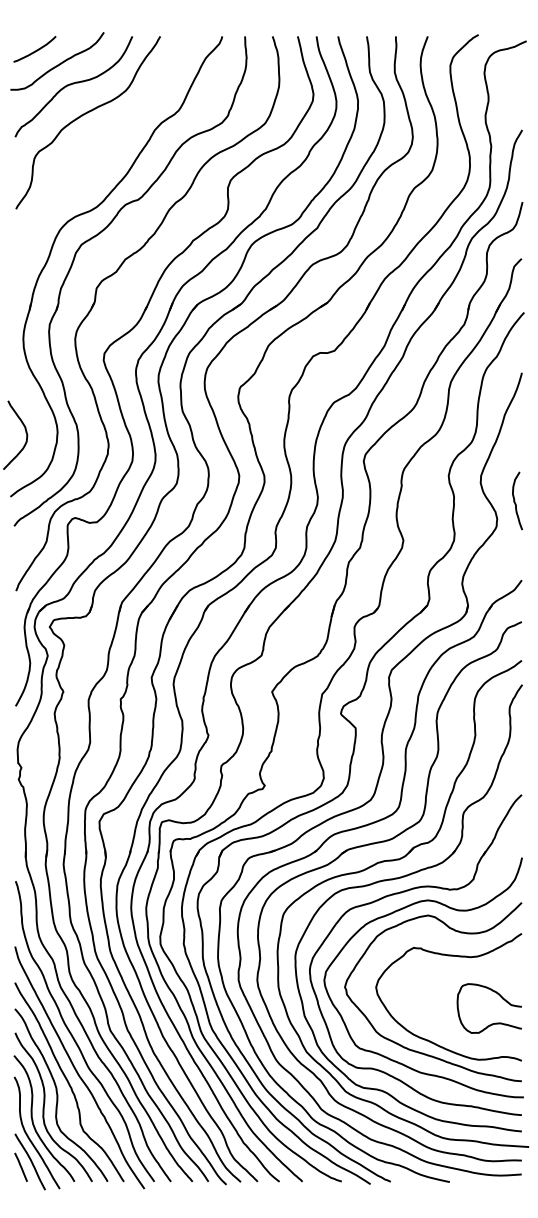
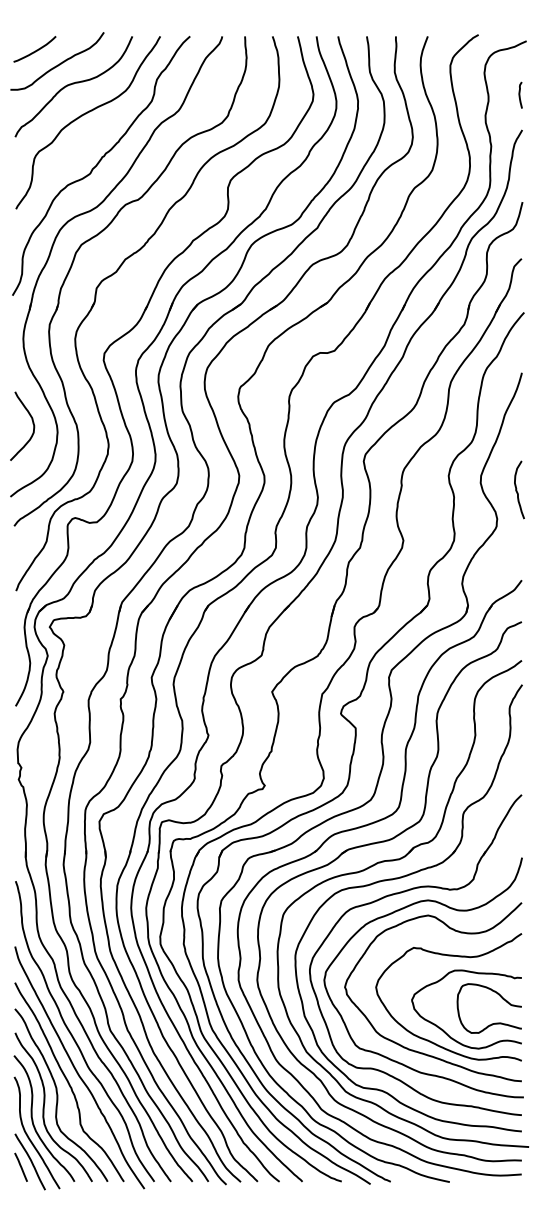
curve at (520, 94): none -> present
curve at (99, 163): none -> present
curve at (25, 433) position: (25, 433) -> (32, 424)
curve at (515, 500) position: (515, 500) -> (517, 489)
curve at (444, 1030): none -> present
